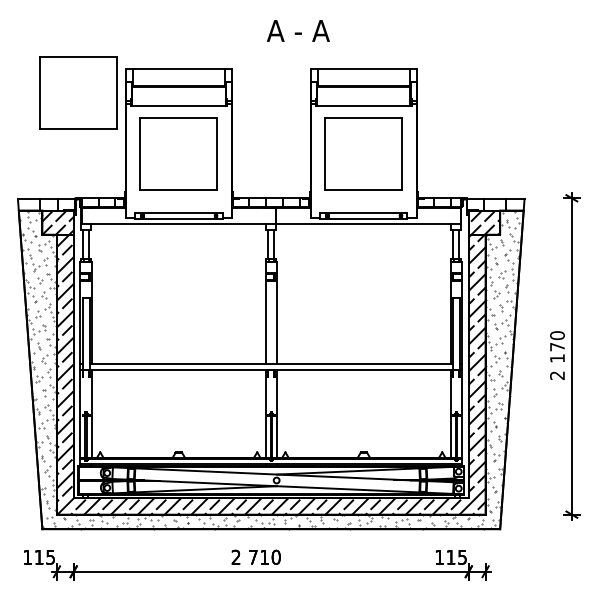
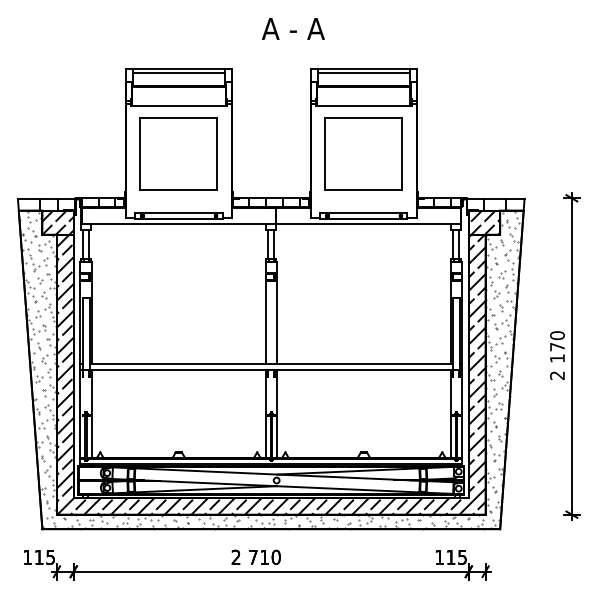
text at (298, 30) position: (298, 30) -> (293, 28)
line at (178, 72): none -> present
line at (363, 72): none -> present
part at (78, 92): present -> none
